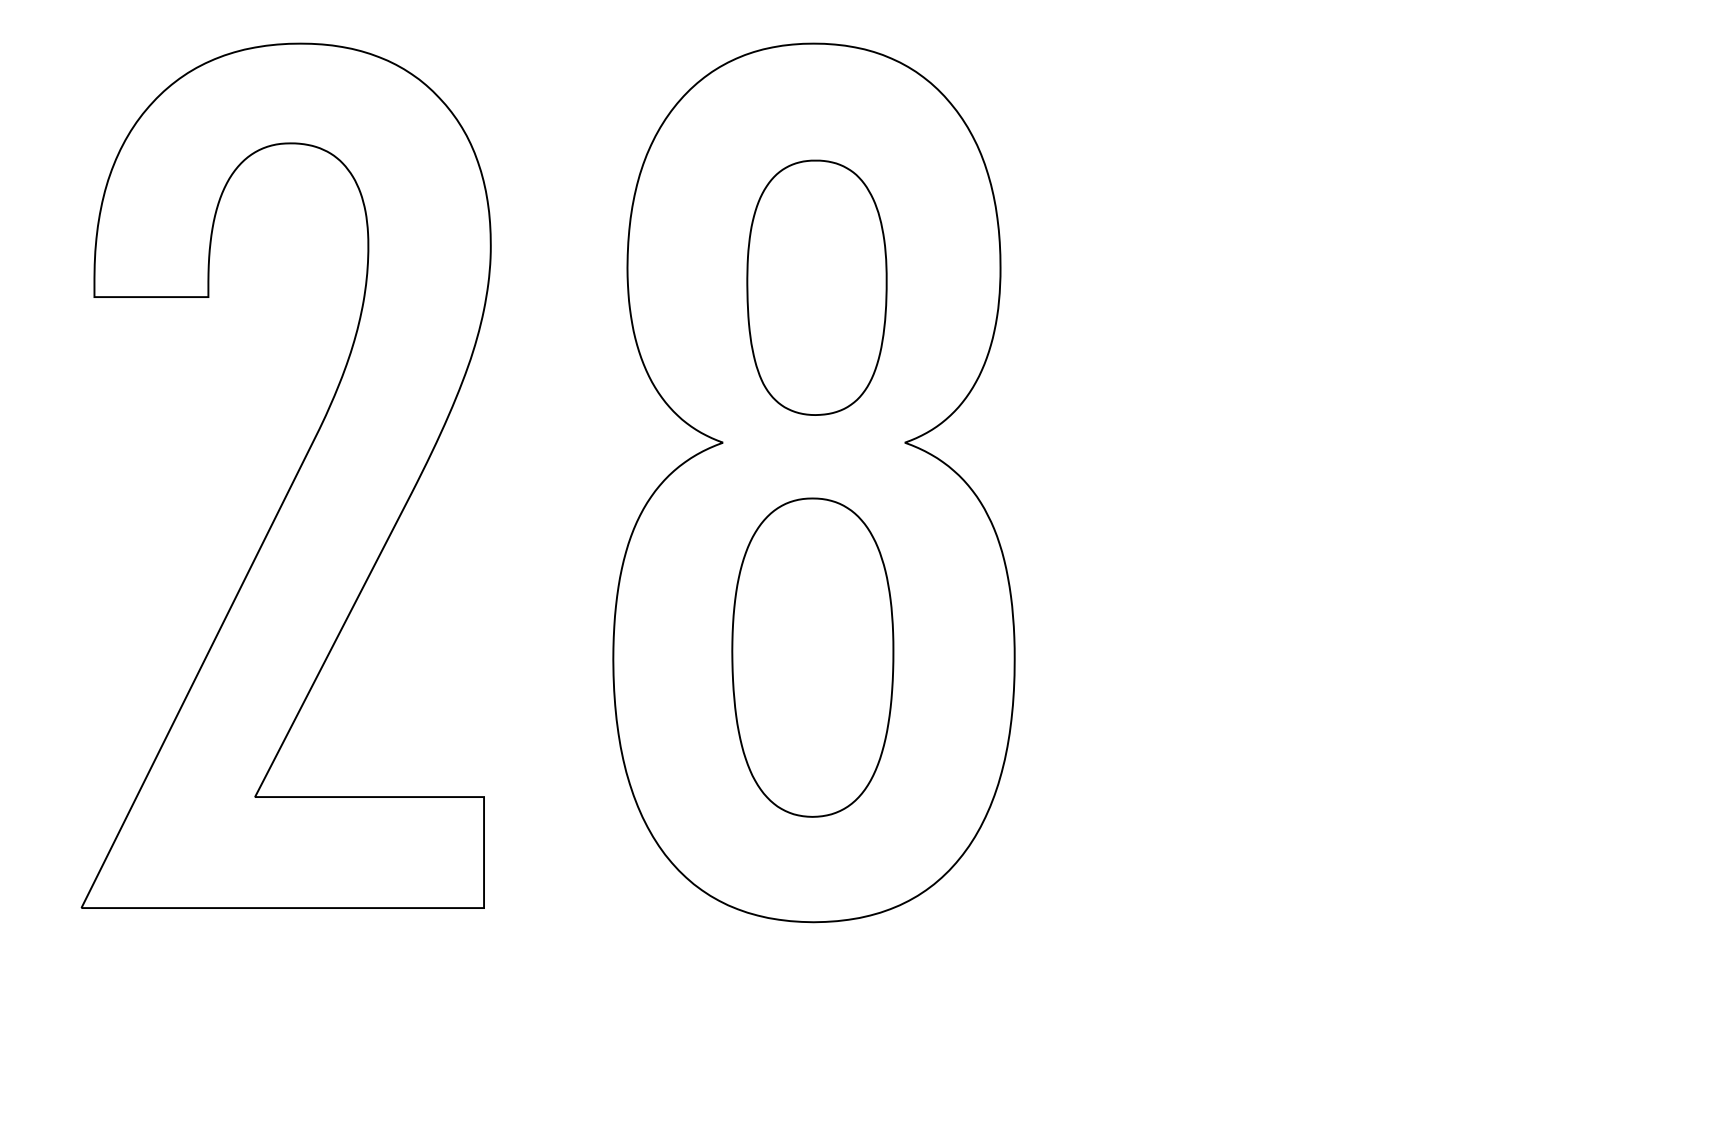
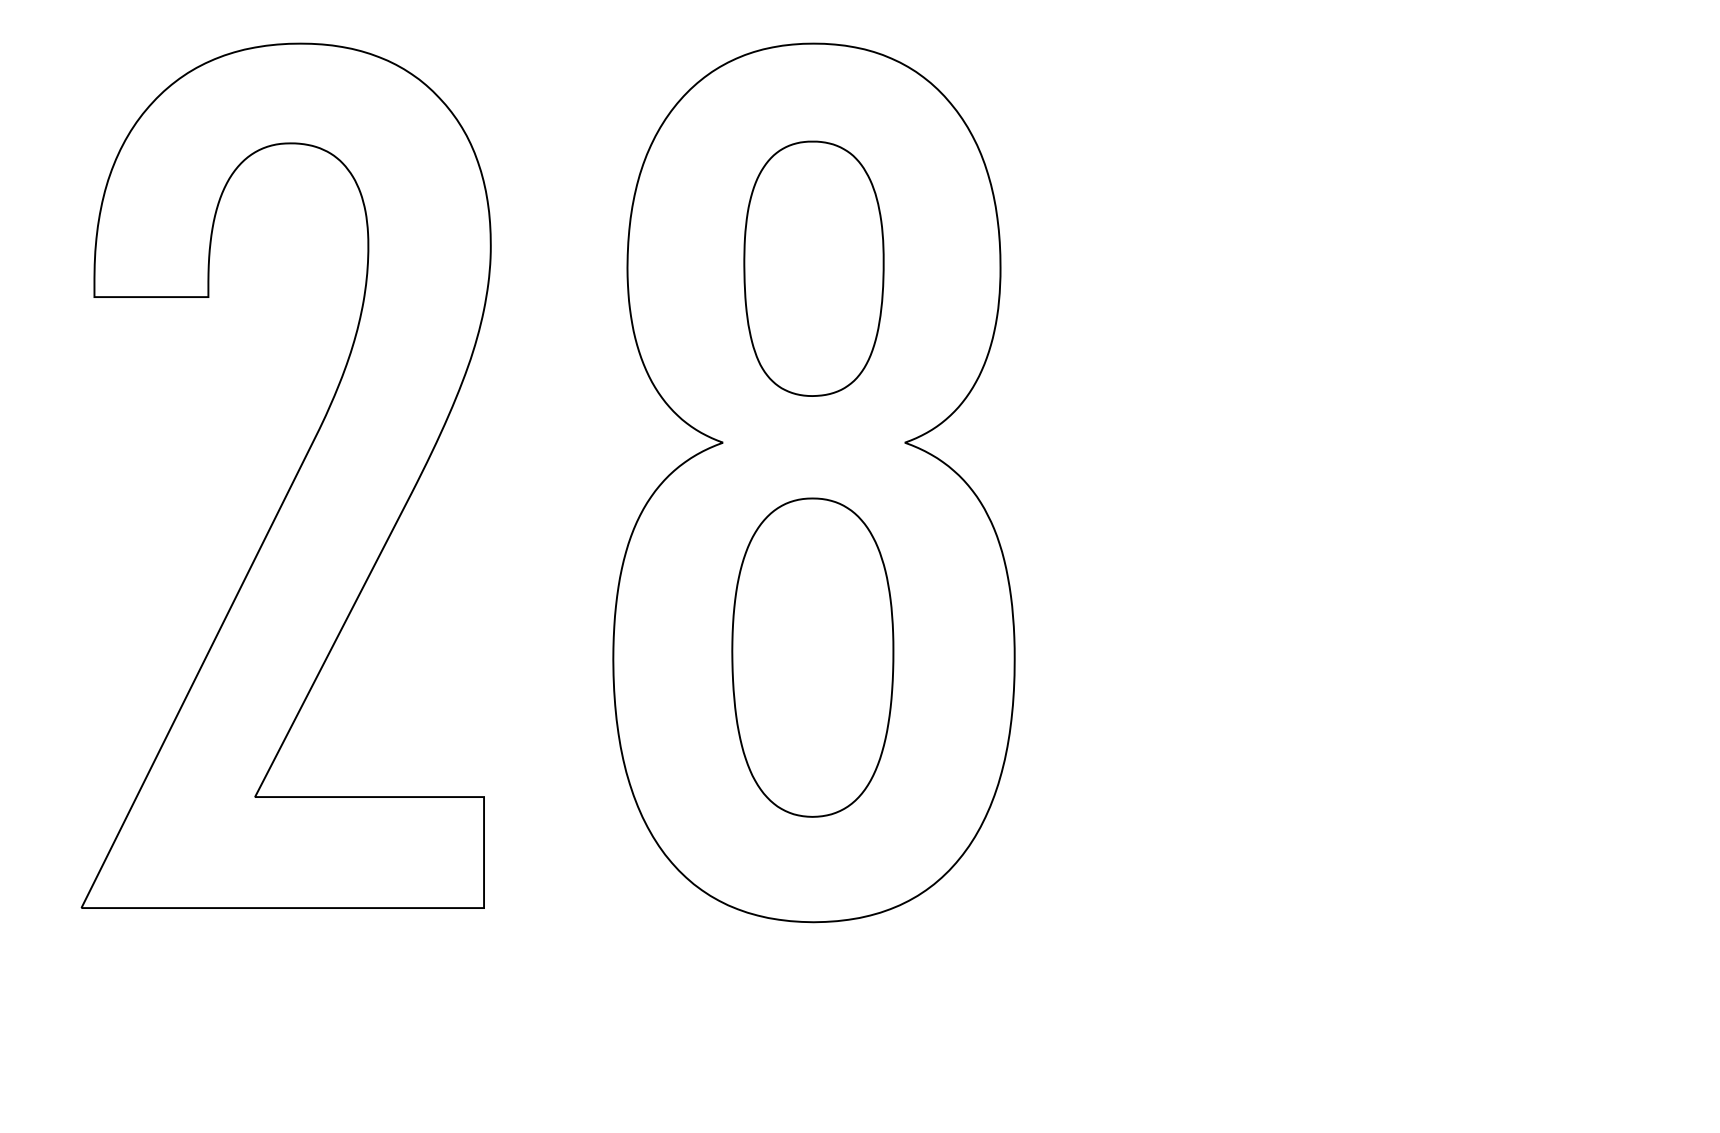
part at (816, 287) position: (816, 287) -> (813, 268)
